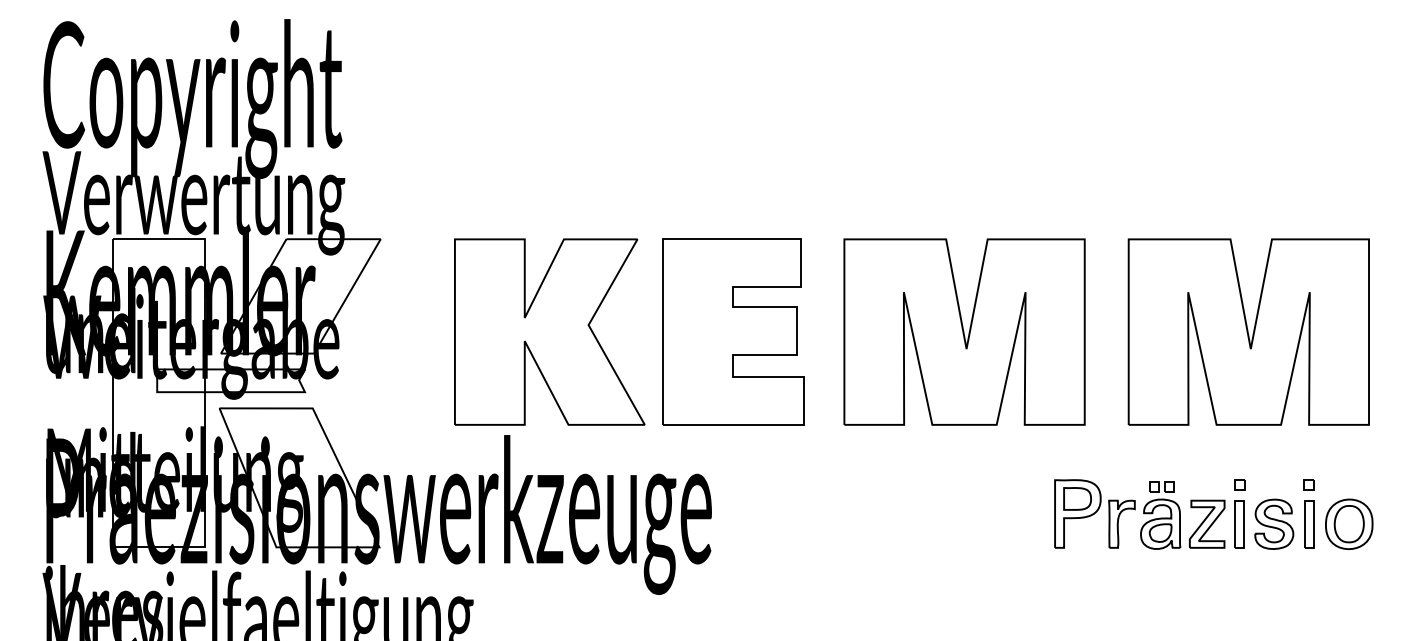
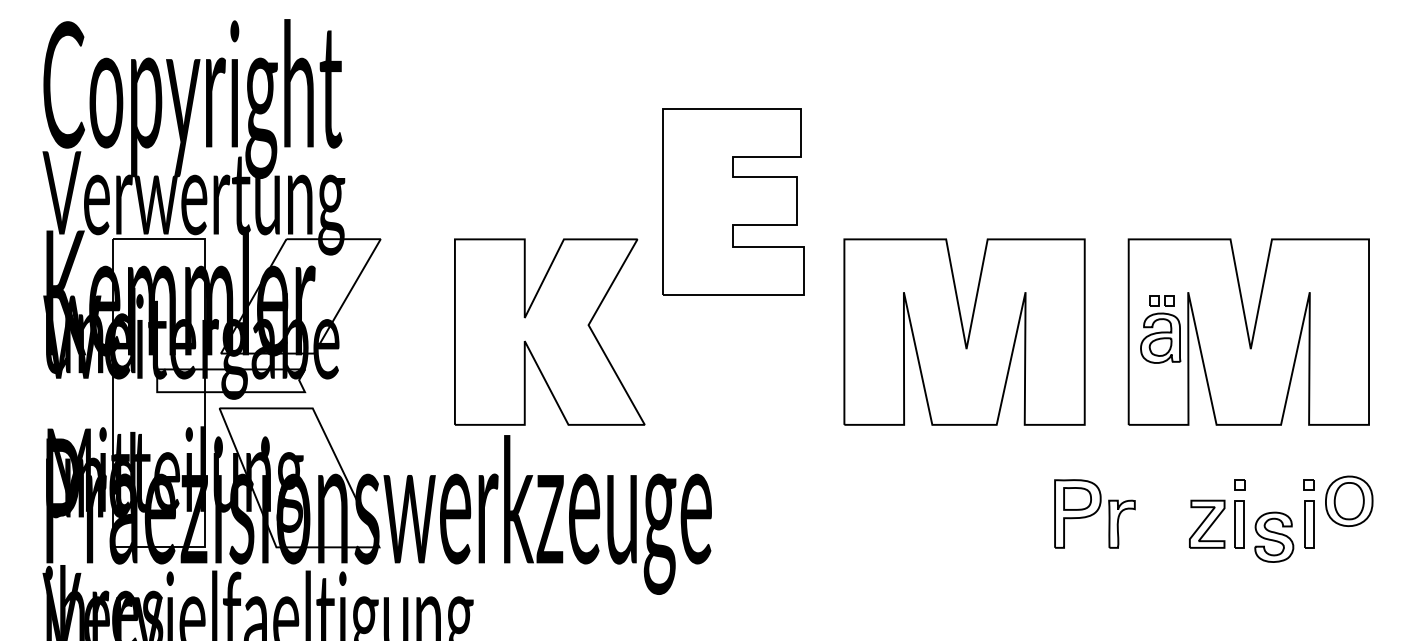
part at (733, 331) position: (733, 331) -> (733, 201)
part at (1160, 515) position: (1160, 515) -> (1160, 329)
part at (1274, 523) position: (1274, 523) -> (1274, 536)
part at (1349, 523) position: (1349, 523) -> (1349, 500)
